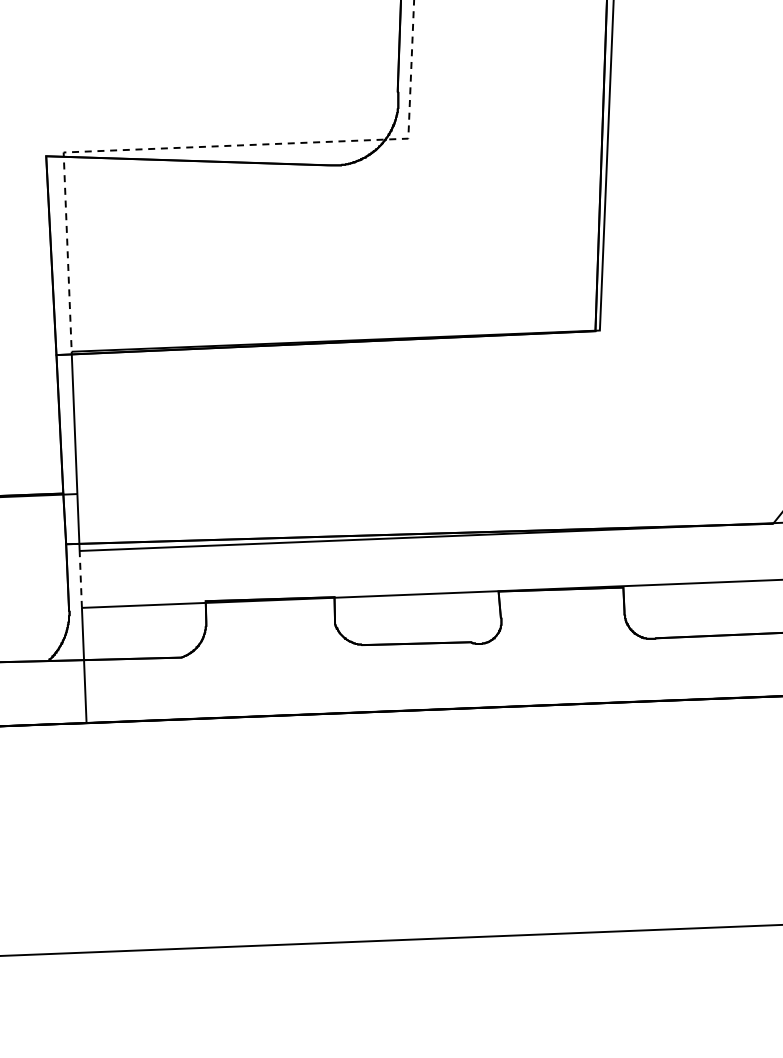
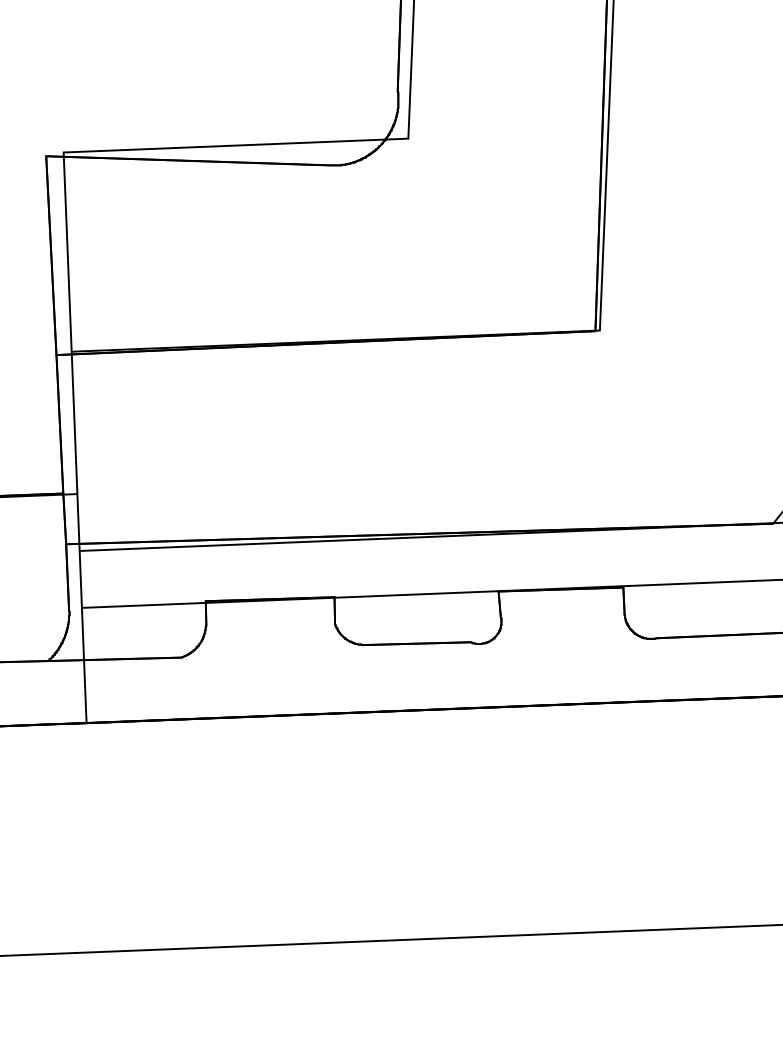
line at (204, 146): dashed -> solid
line at (80, 578): dashed -> solid
